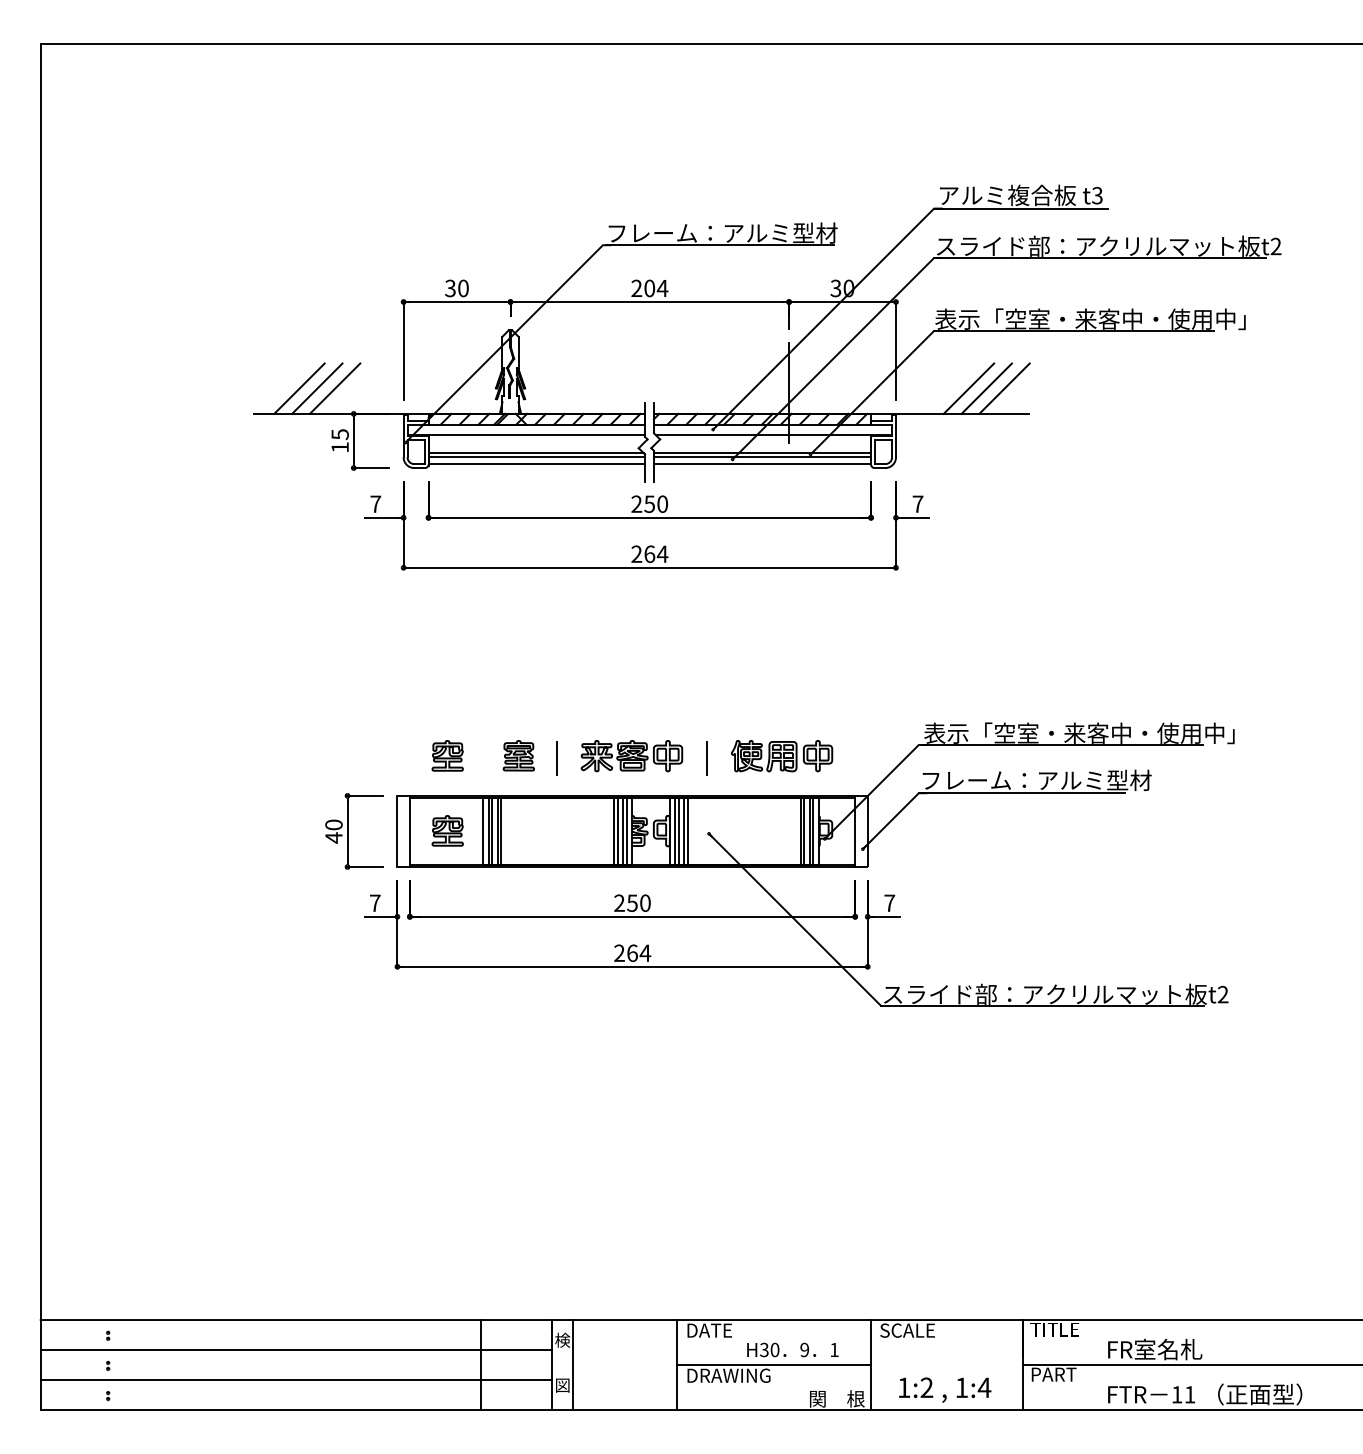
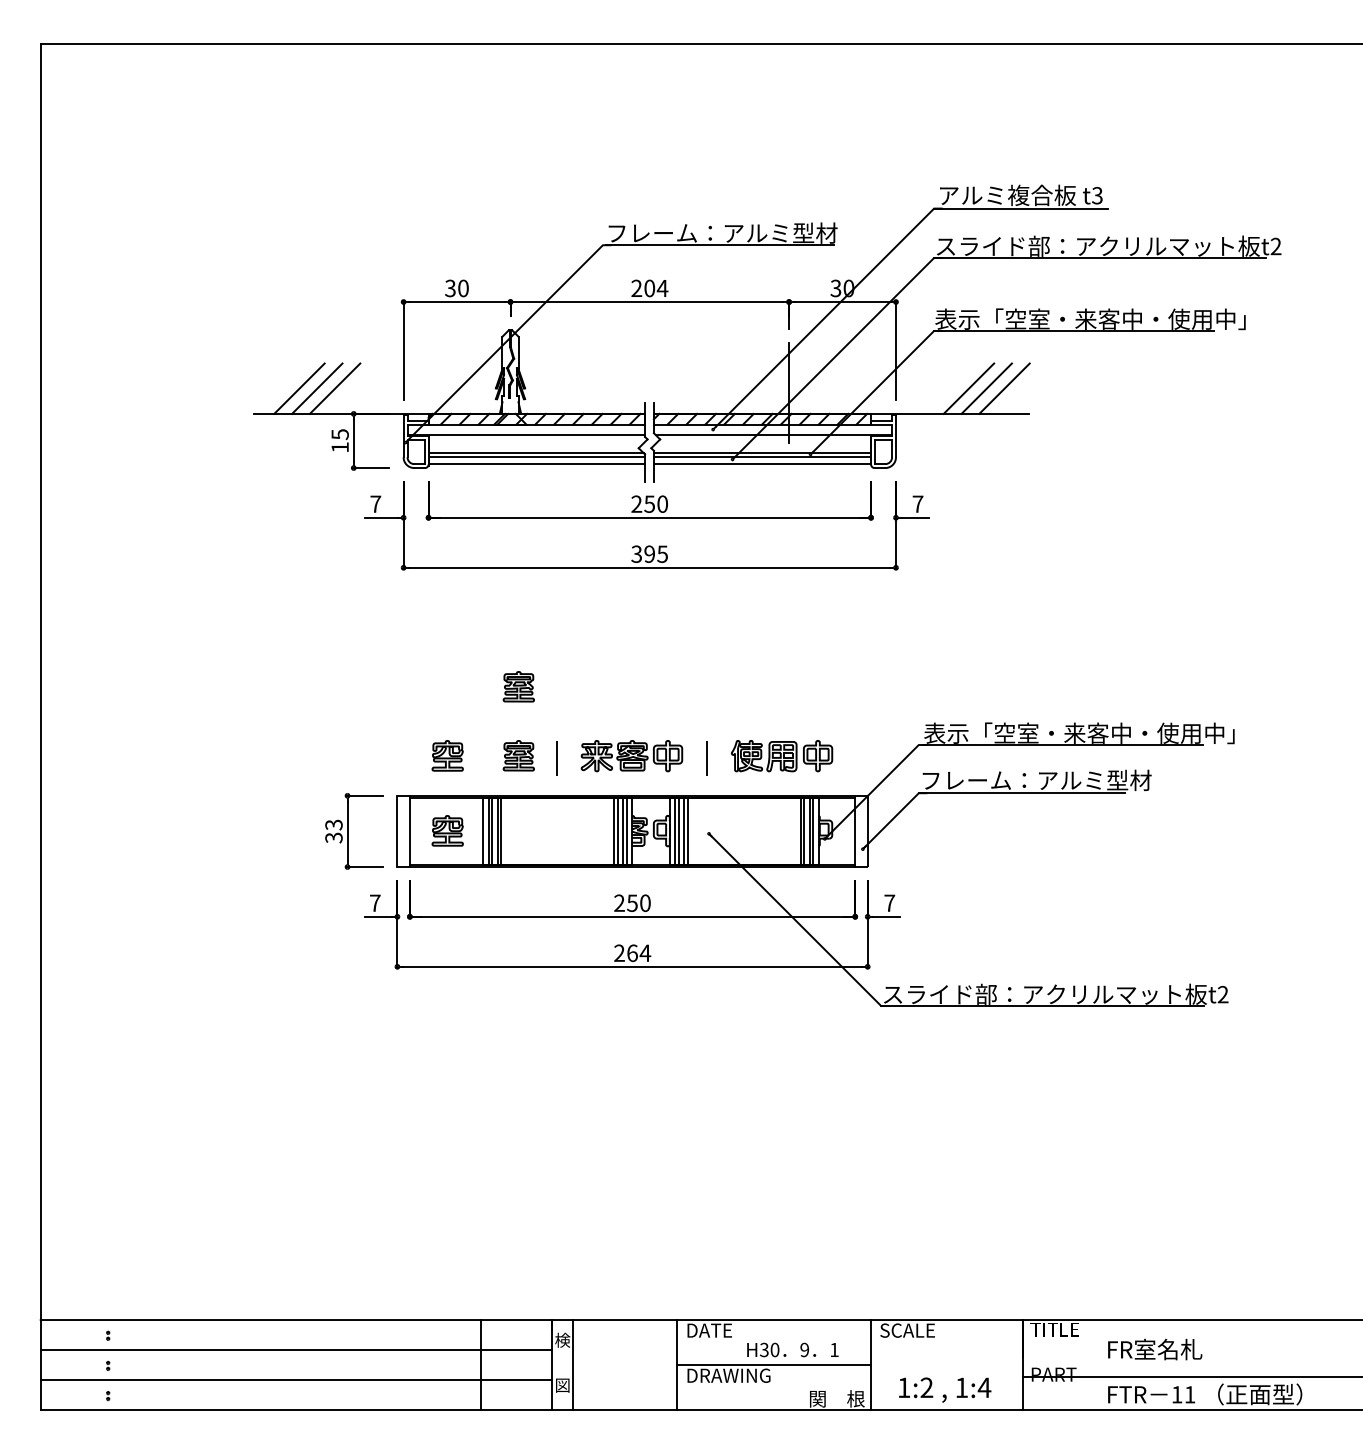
text at (649, 554): 264 -> 395
part at (518, 686): none -> present
text at (333, 831): 40 -> 33
line at (1190, 1365) position: (1190, 1365) -> (1190, 1377)
